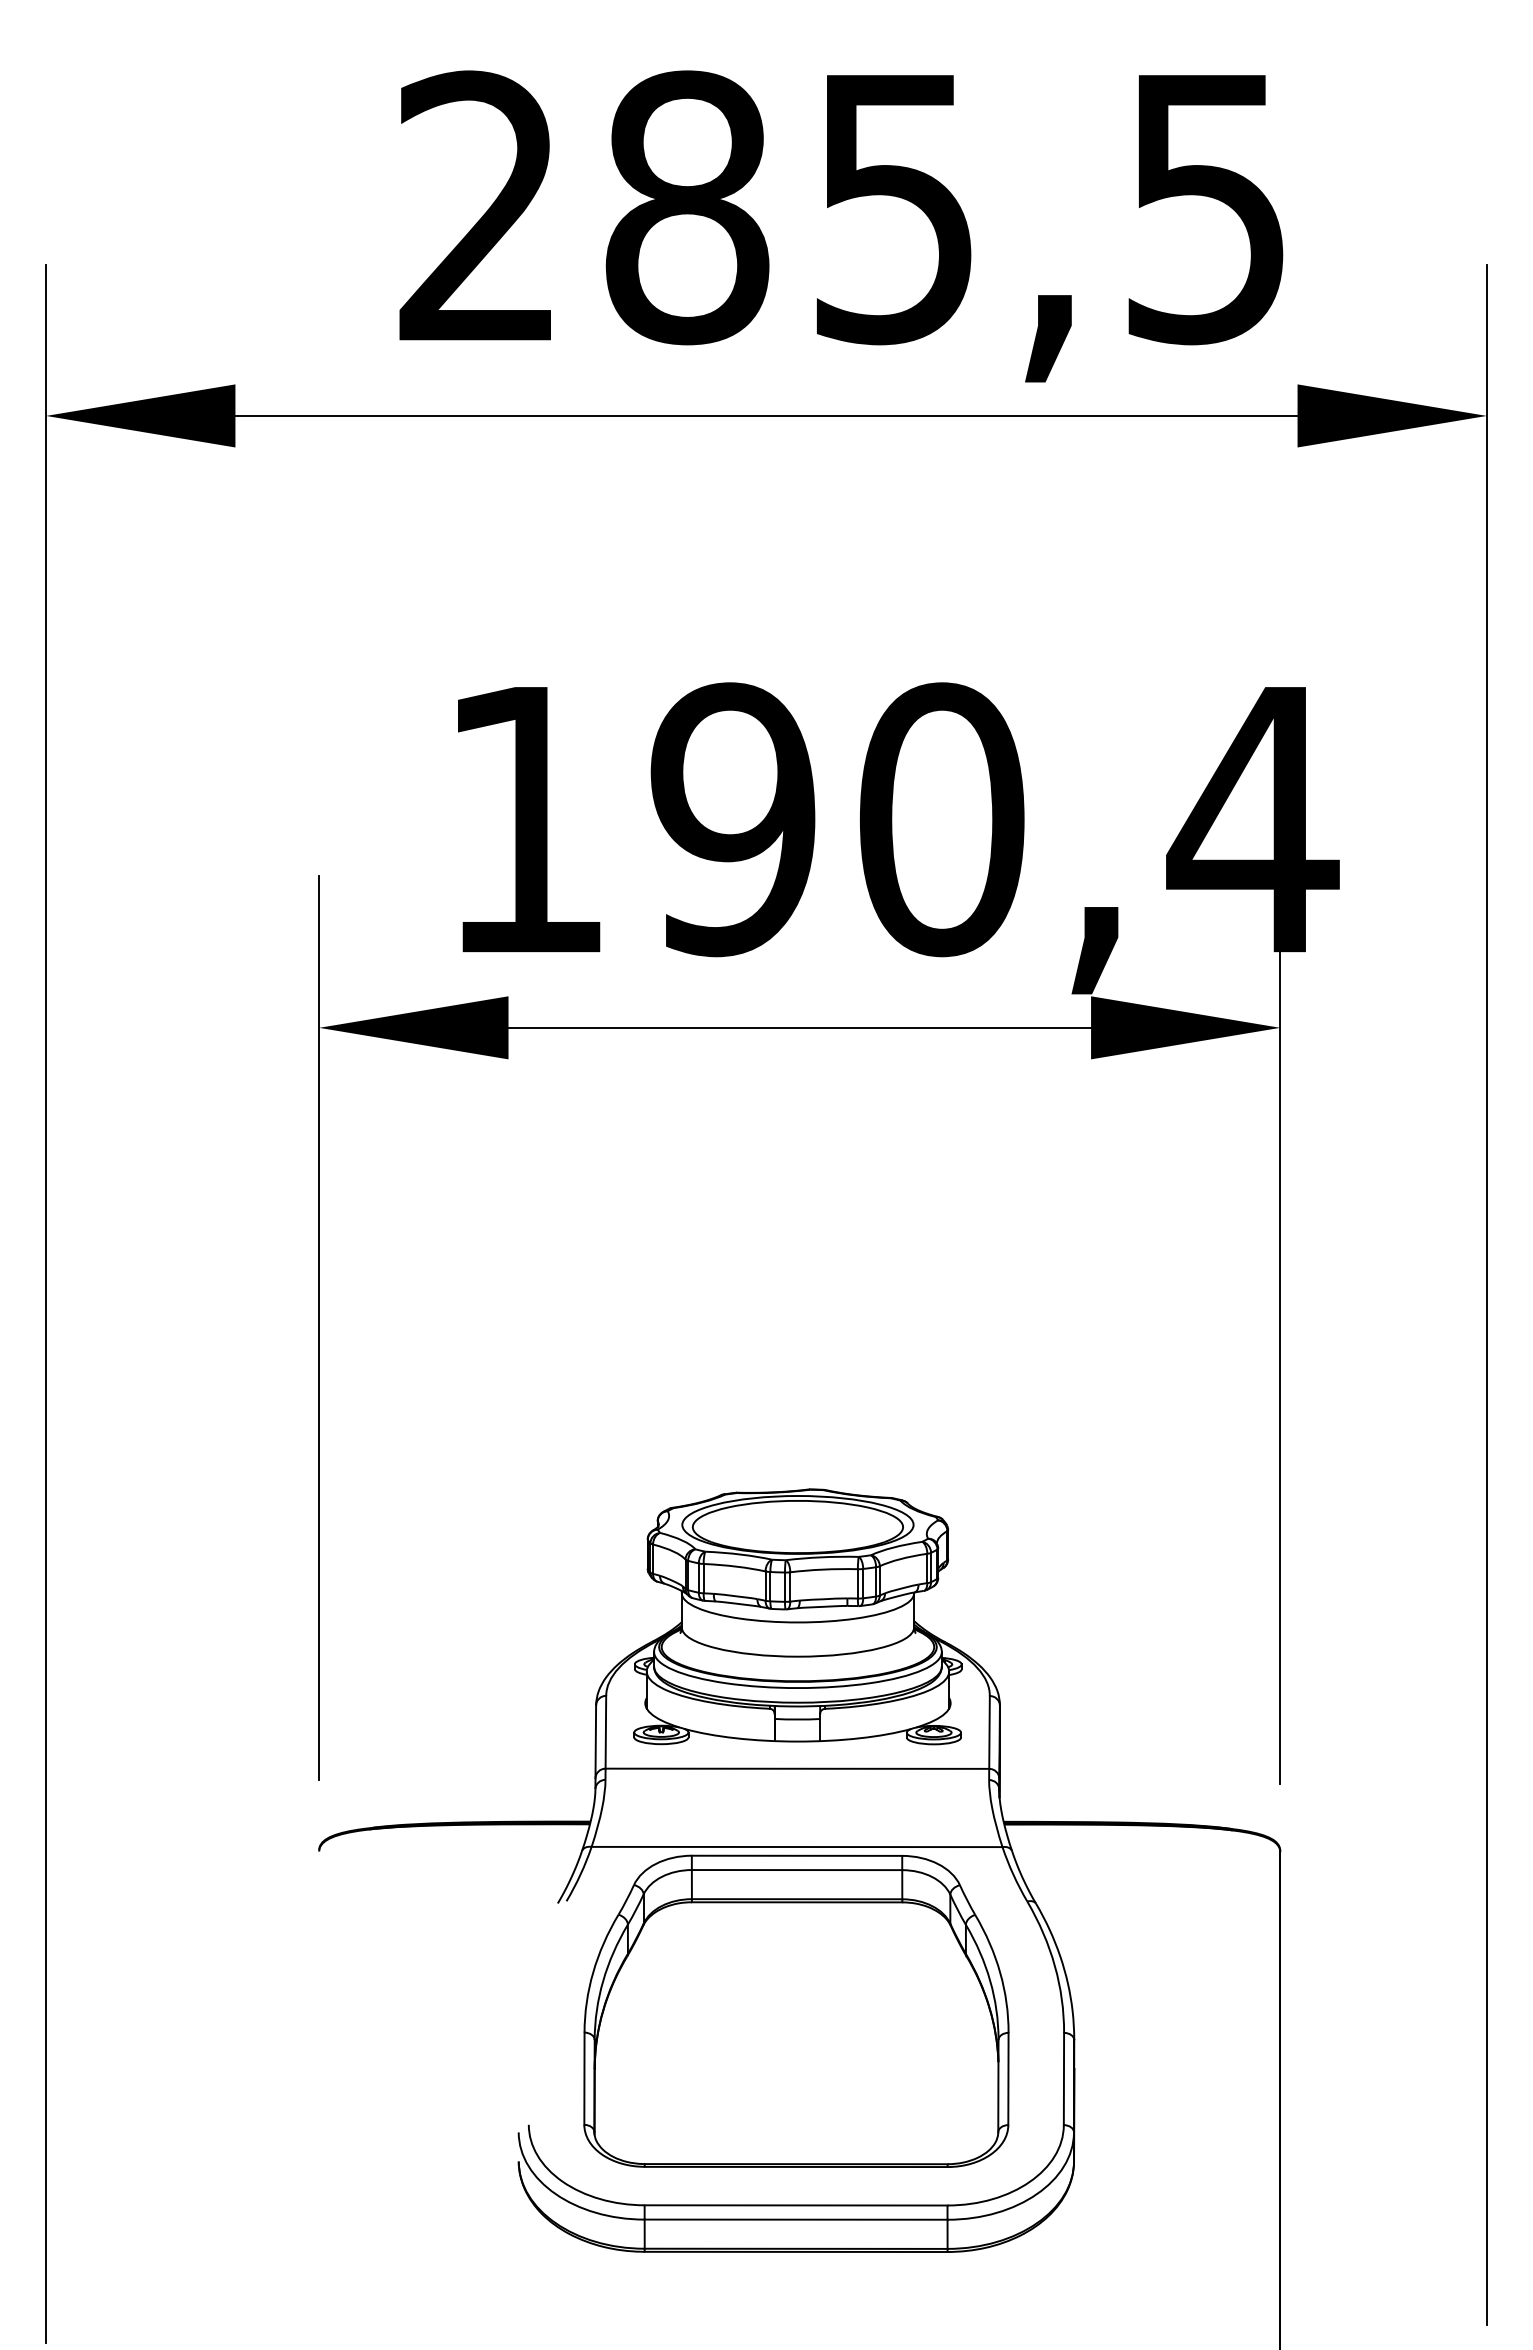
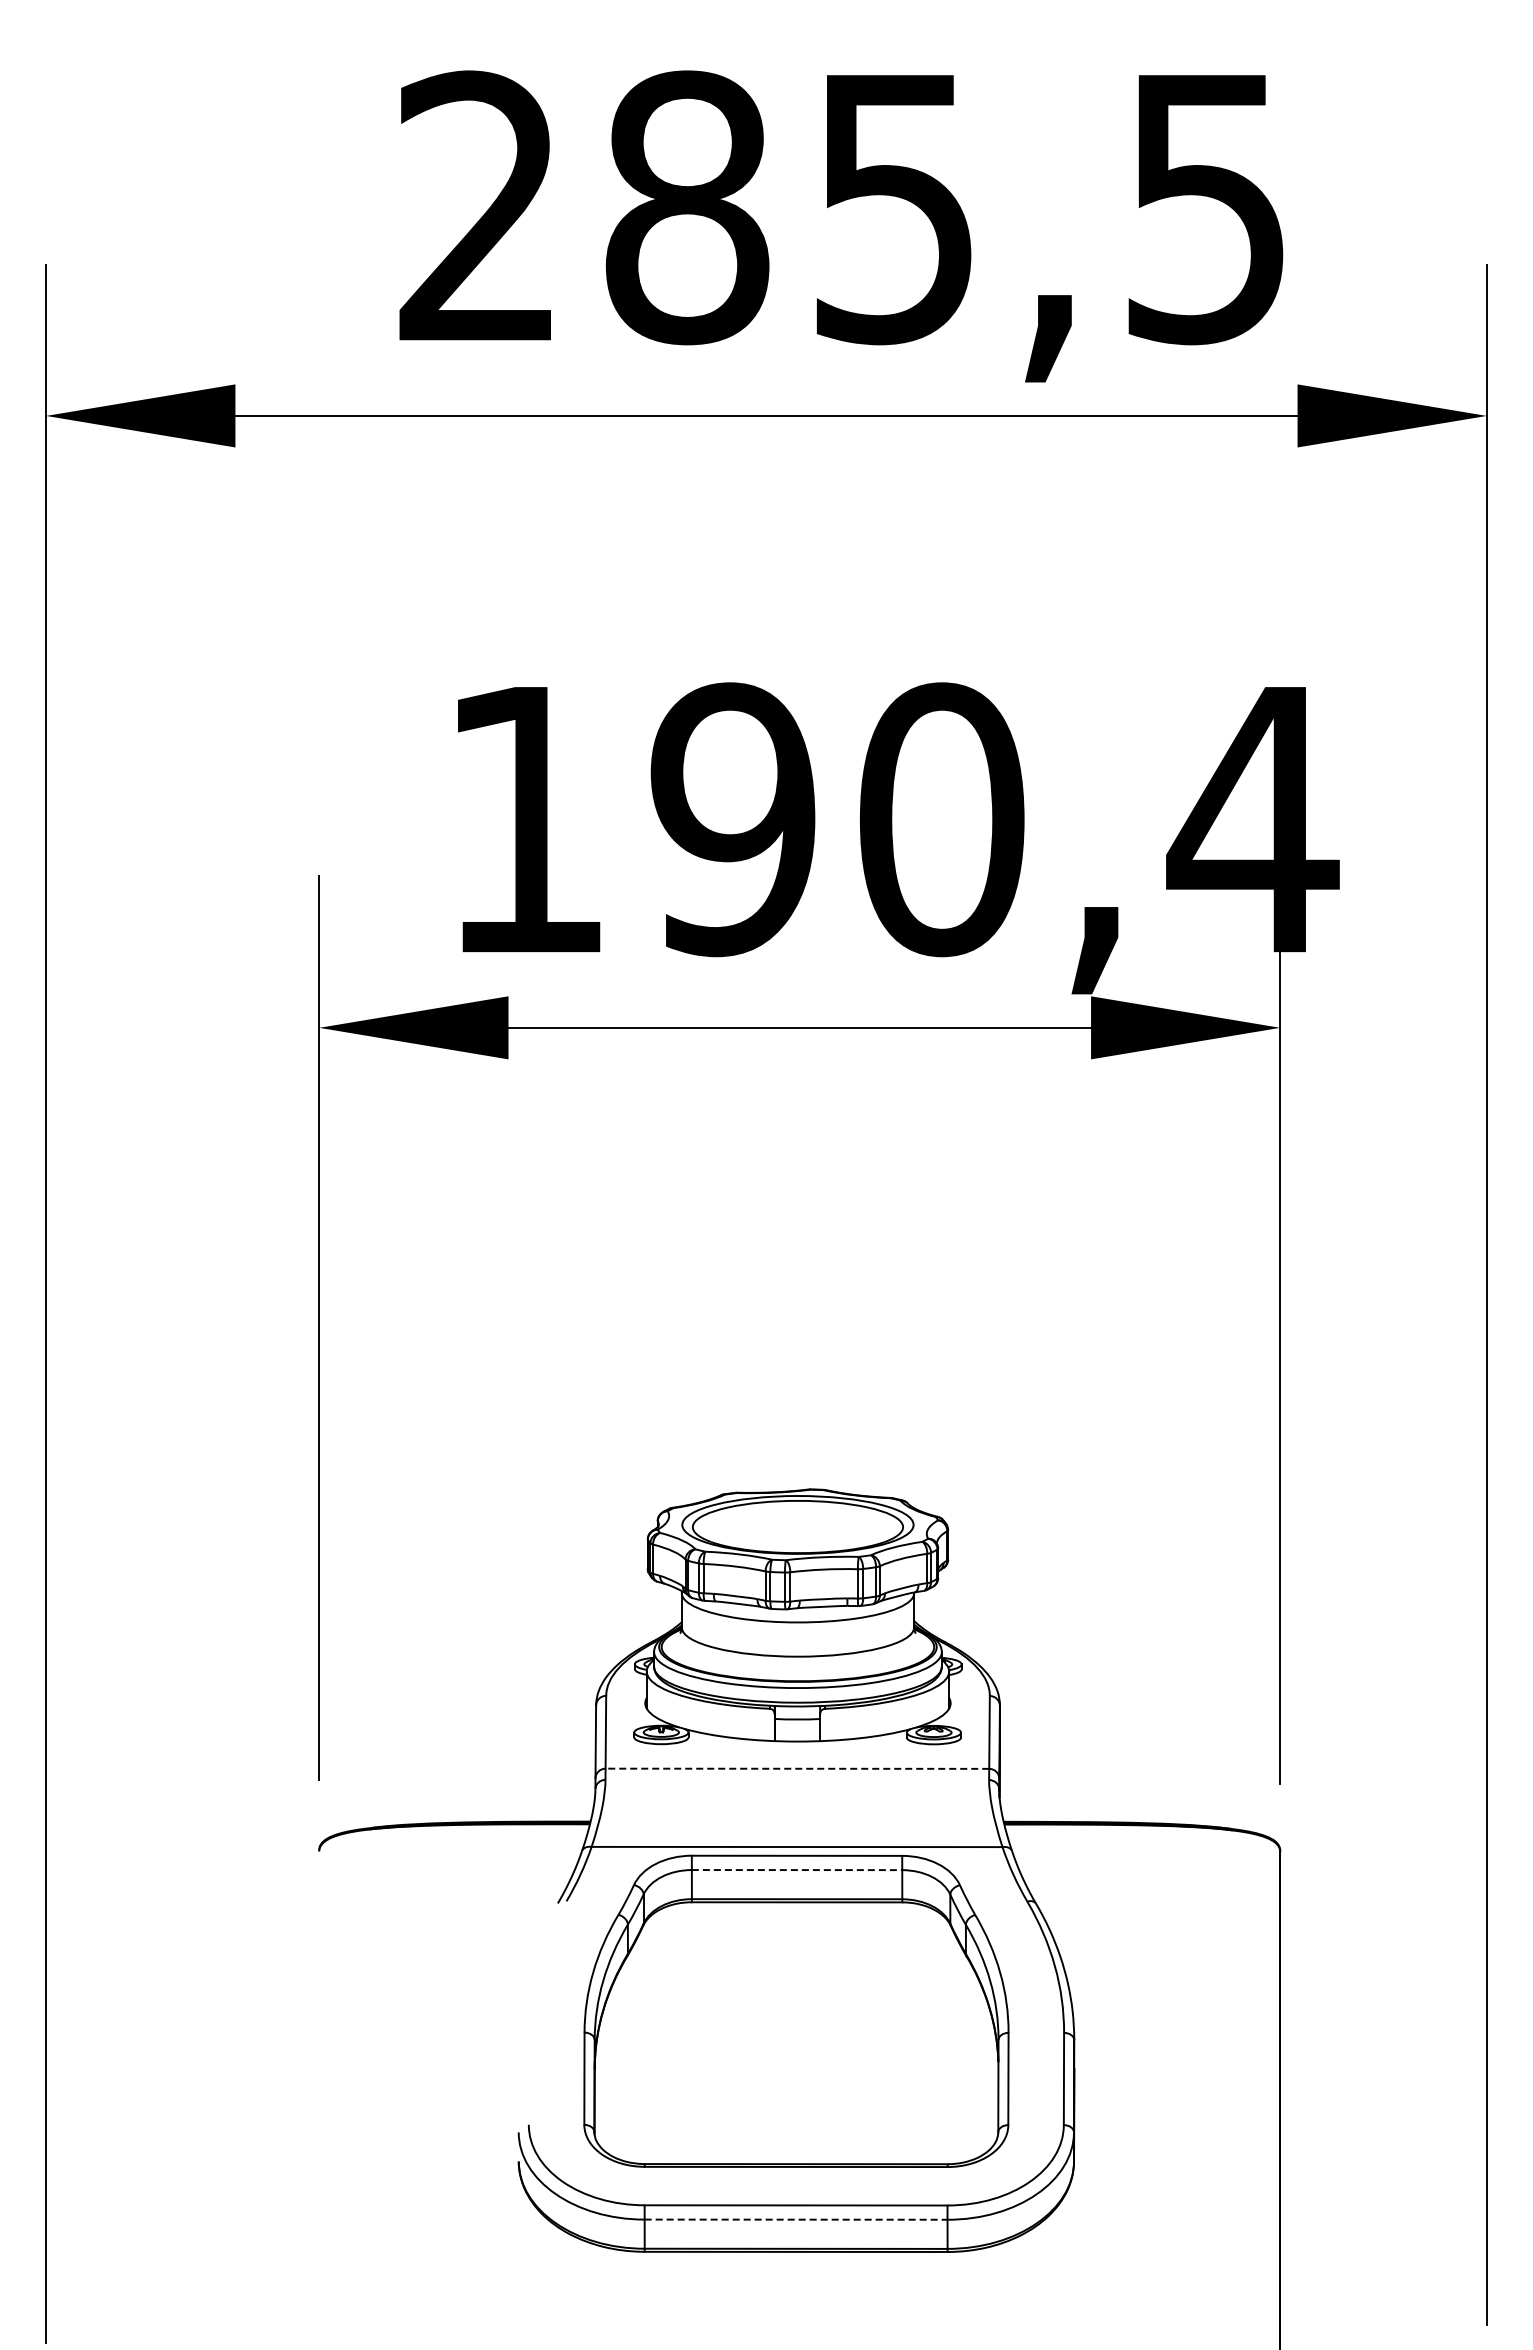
line at (797, 1768): solid -> dashed
line at (797, 1870): solid -> dashed
line at (796, 2219): solid -> dashed
